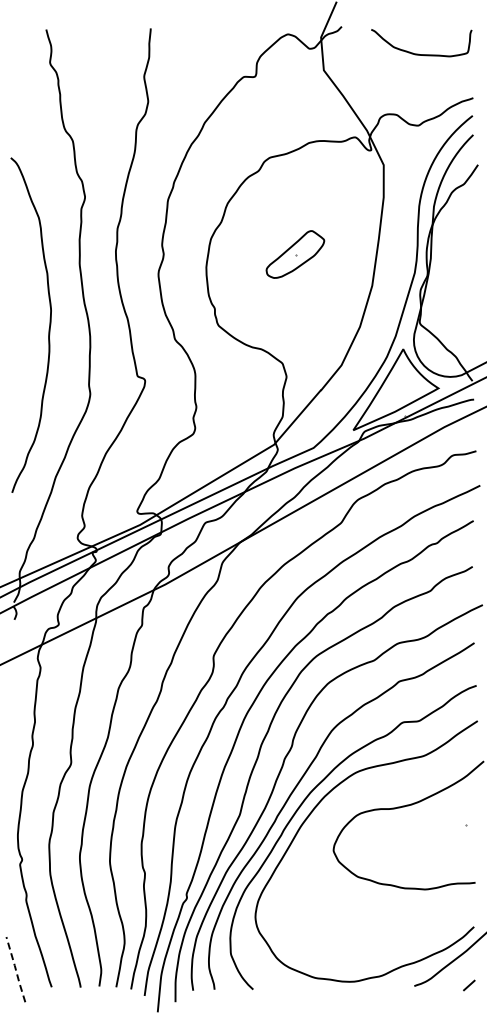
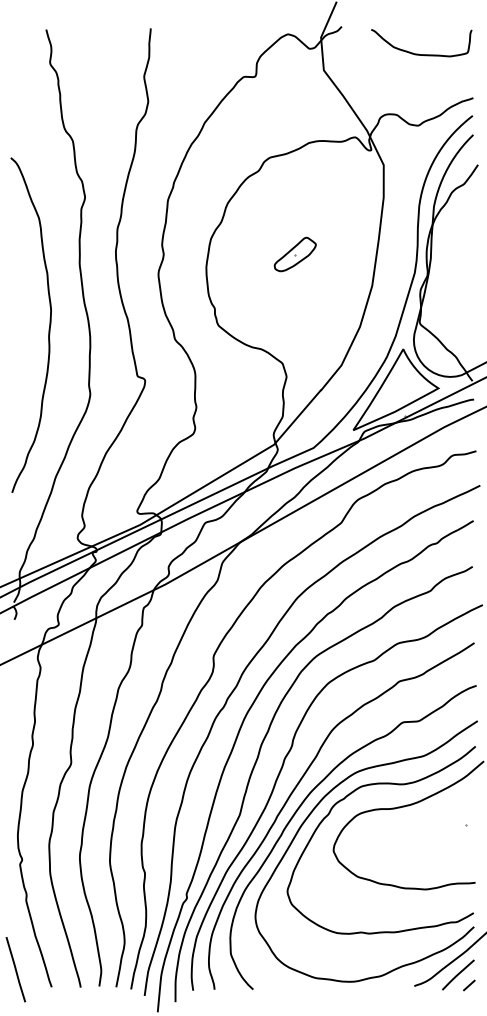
part at (295, 254) size: 61x49 px -> 44x37 px
curve at (351, 794): none -> present
line at (15, 969): dashed -> solid
line at (458, 974): none -> present
